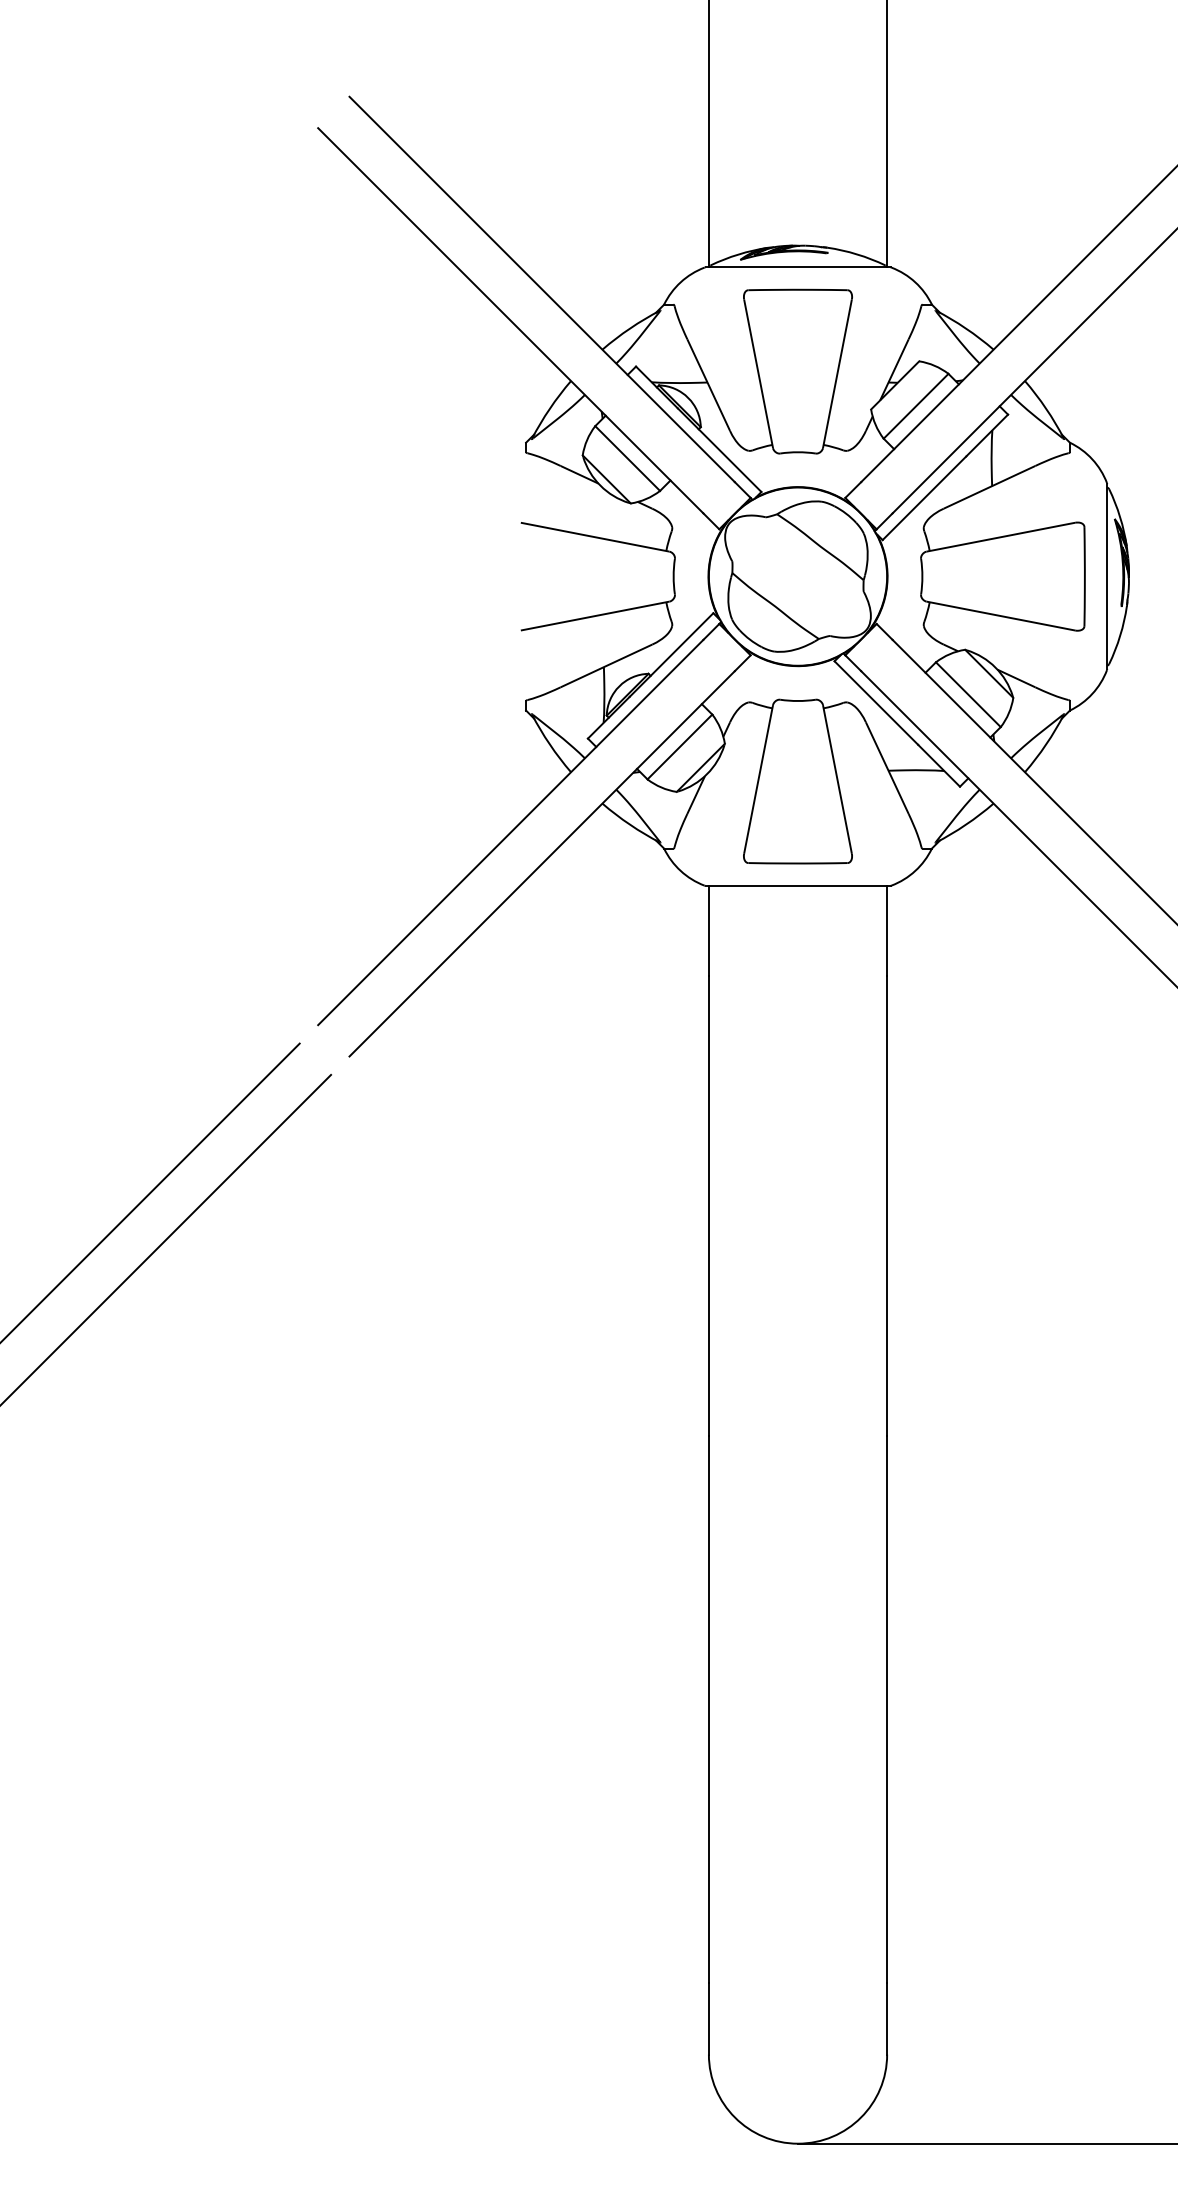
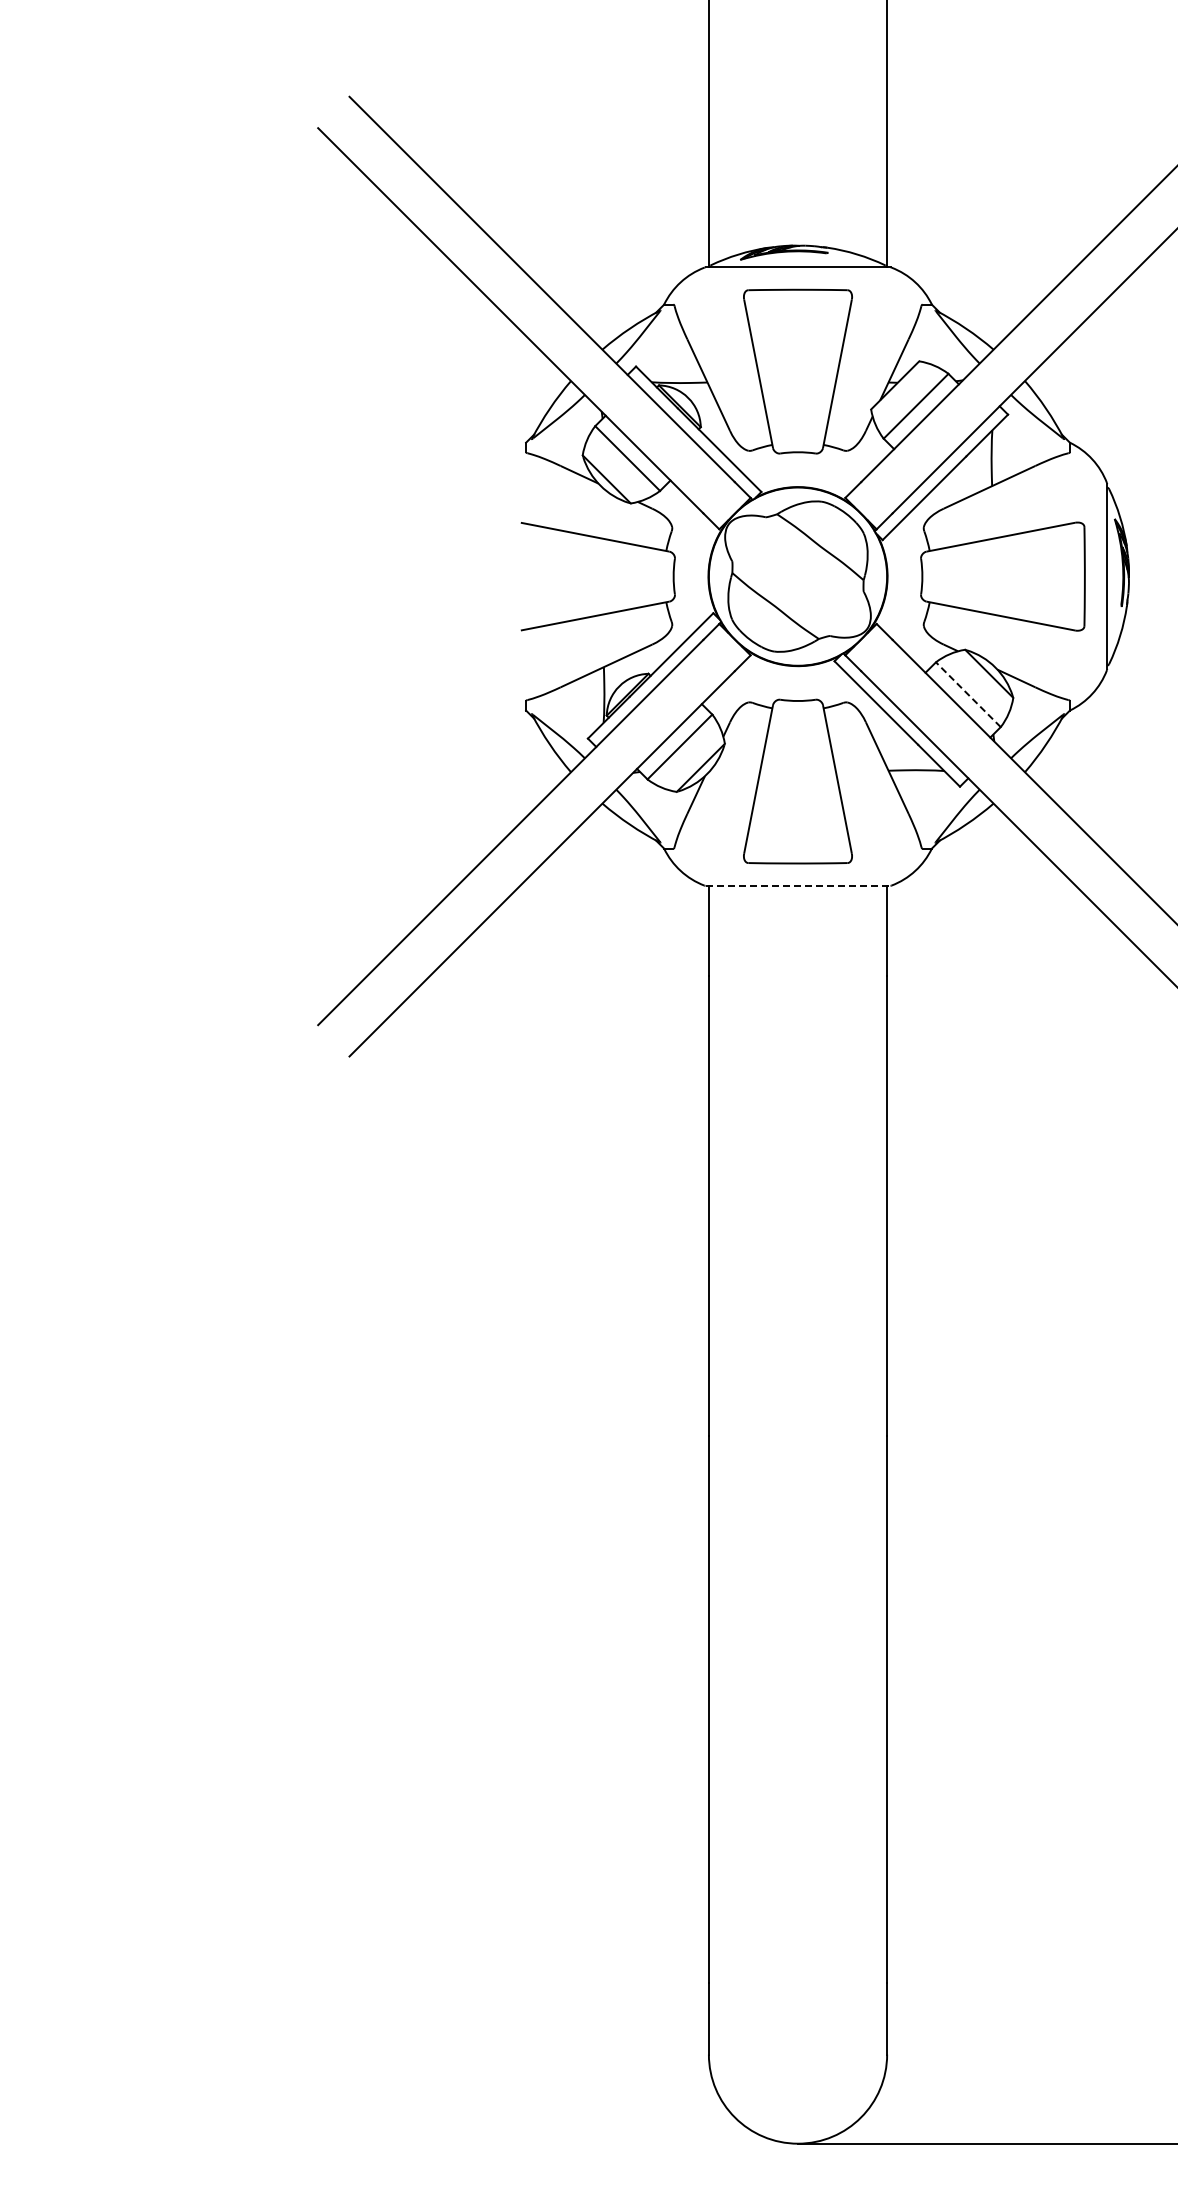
line at (968, 694): solid -> dashed
line at (798, 885): solid -> dashed
line at (150, 1191): present -> none
line at (166, 1238): present -> none
